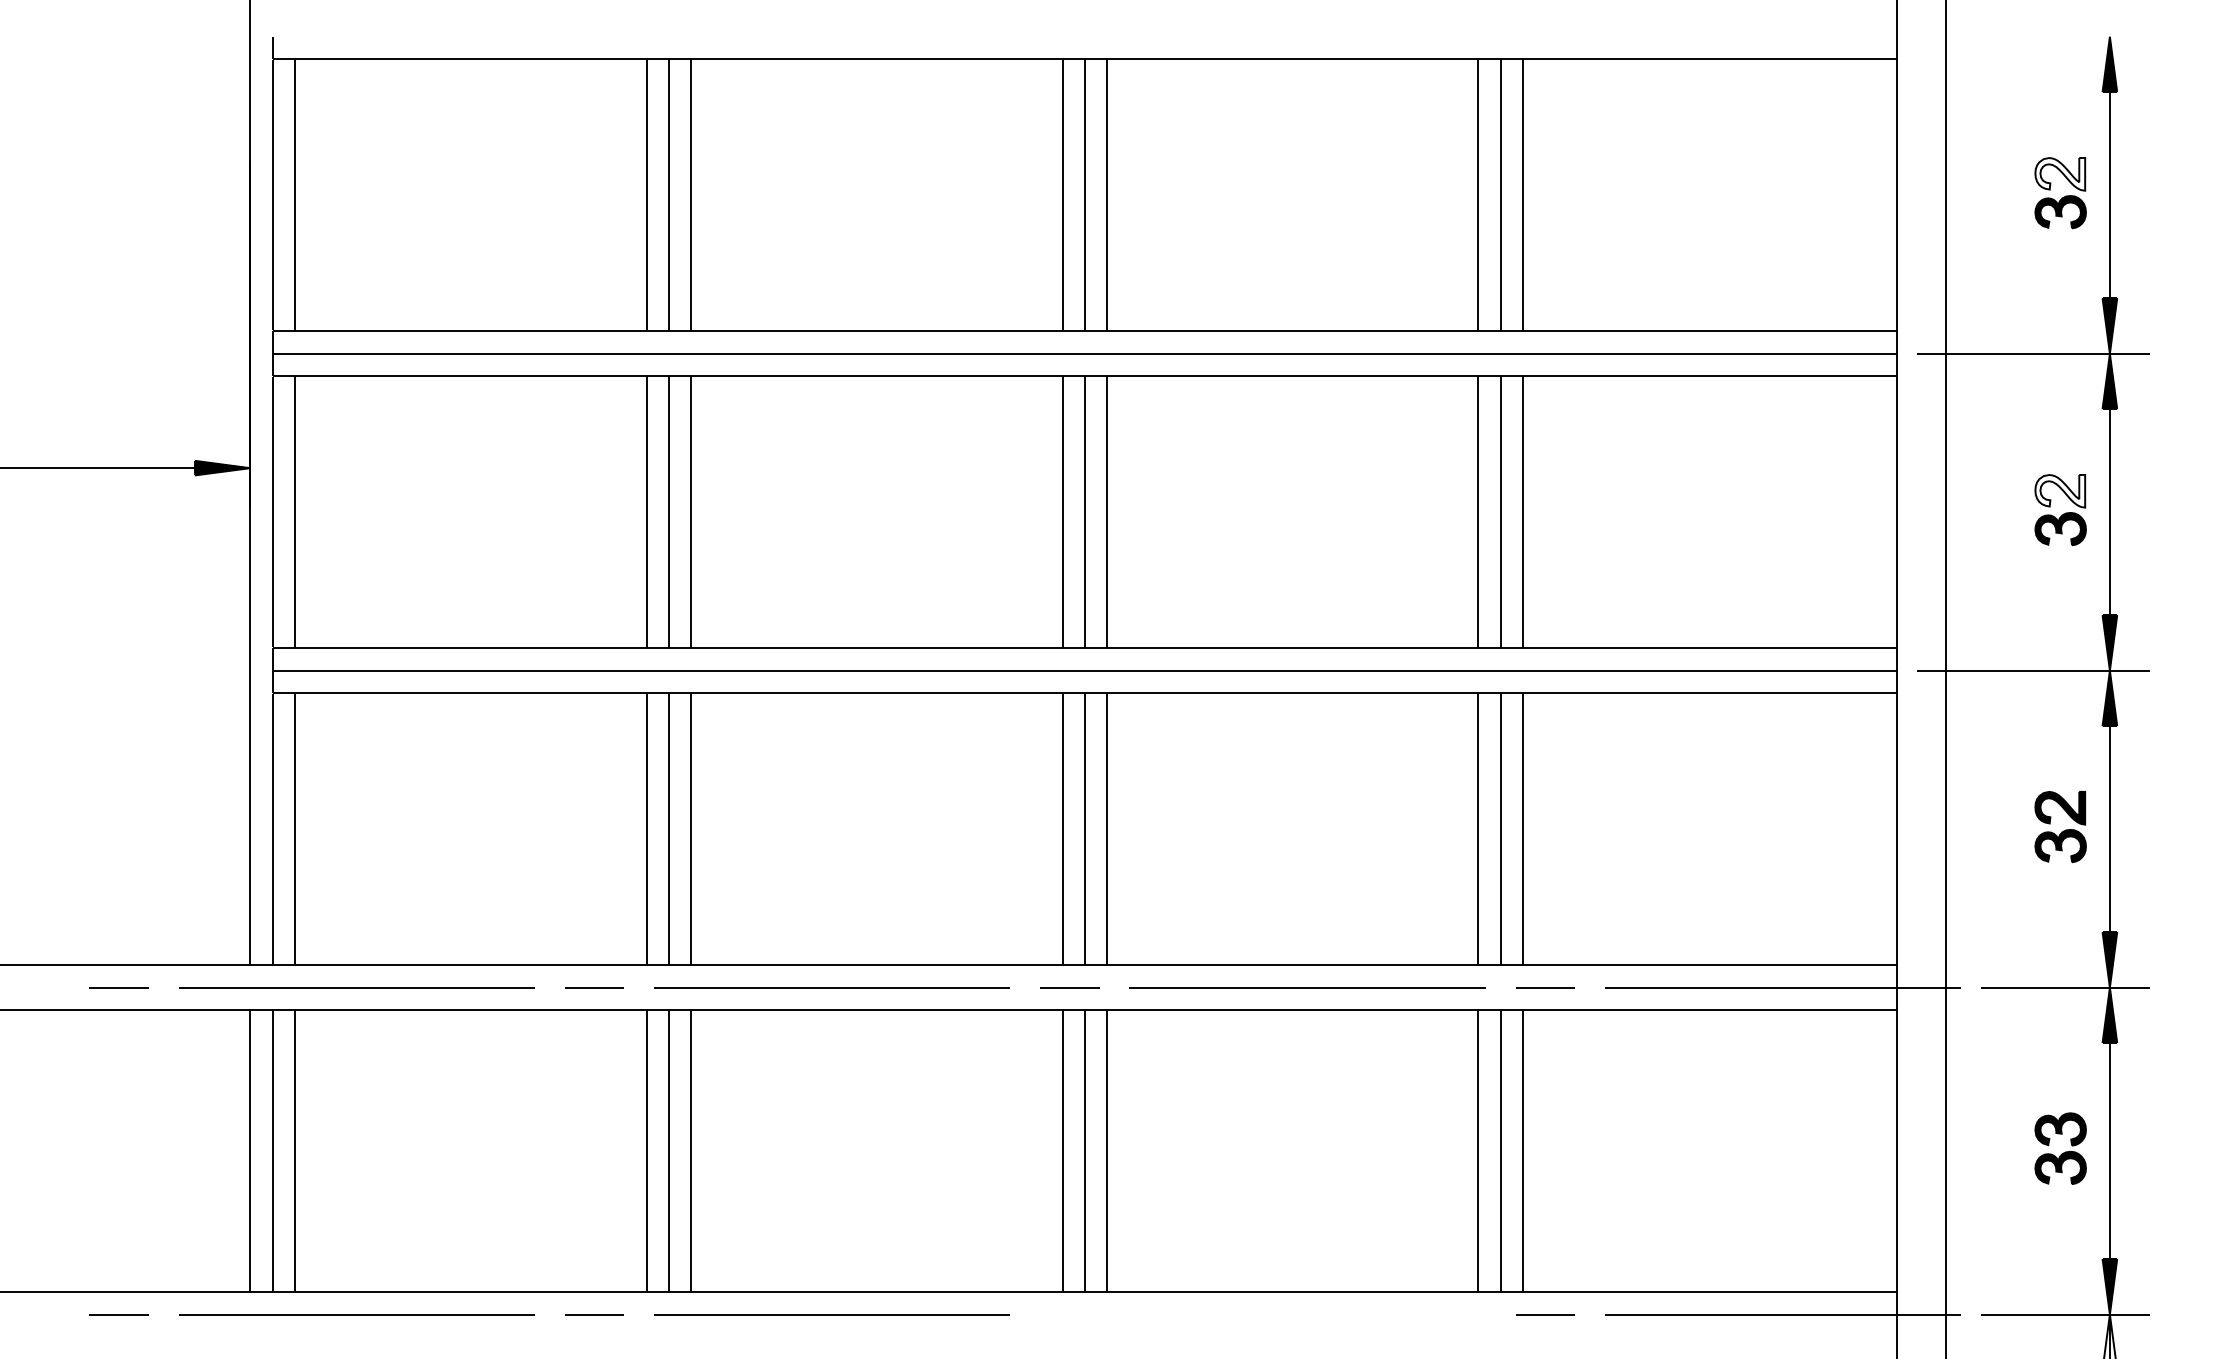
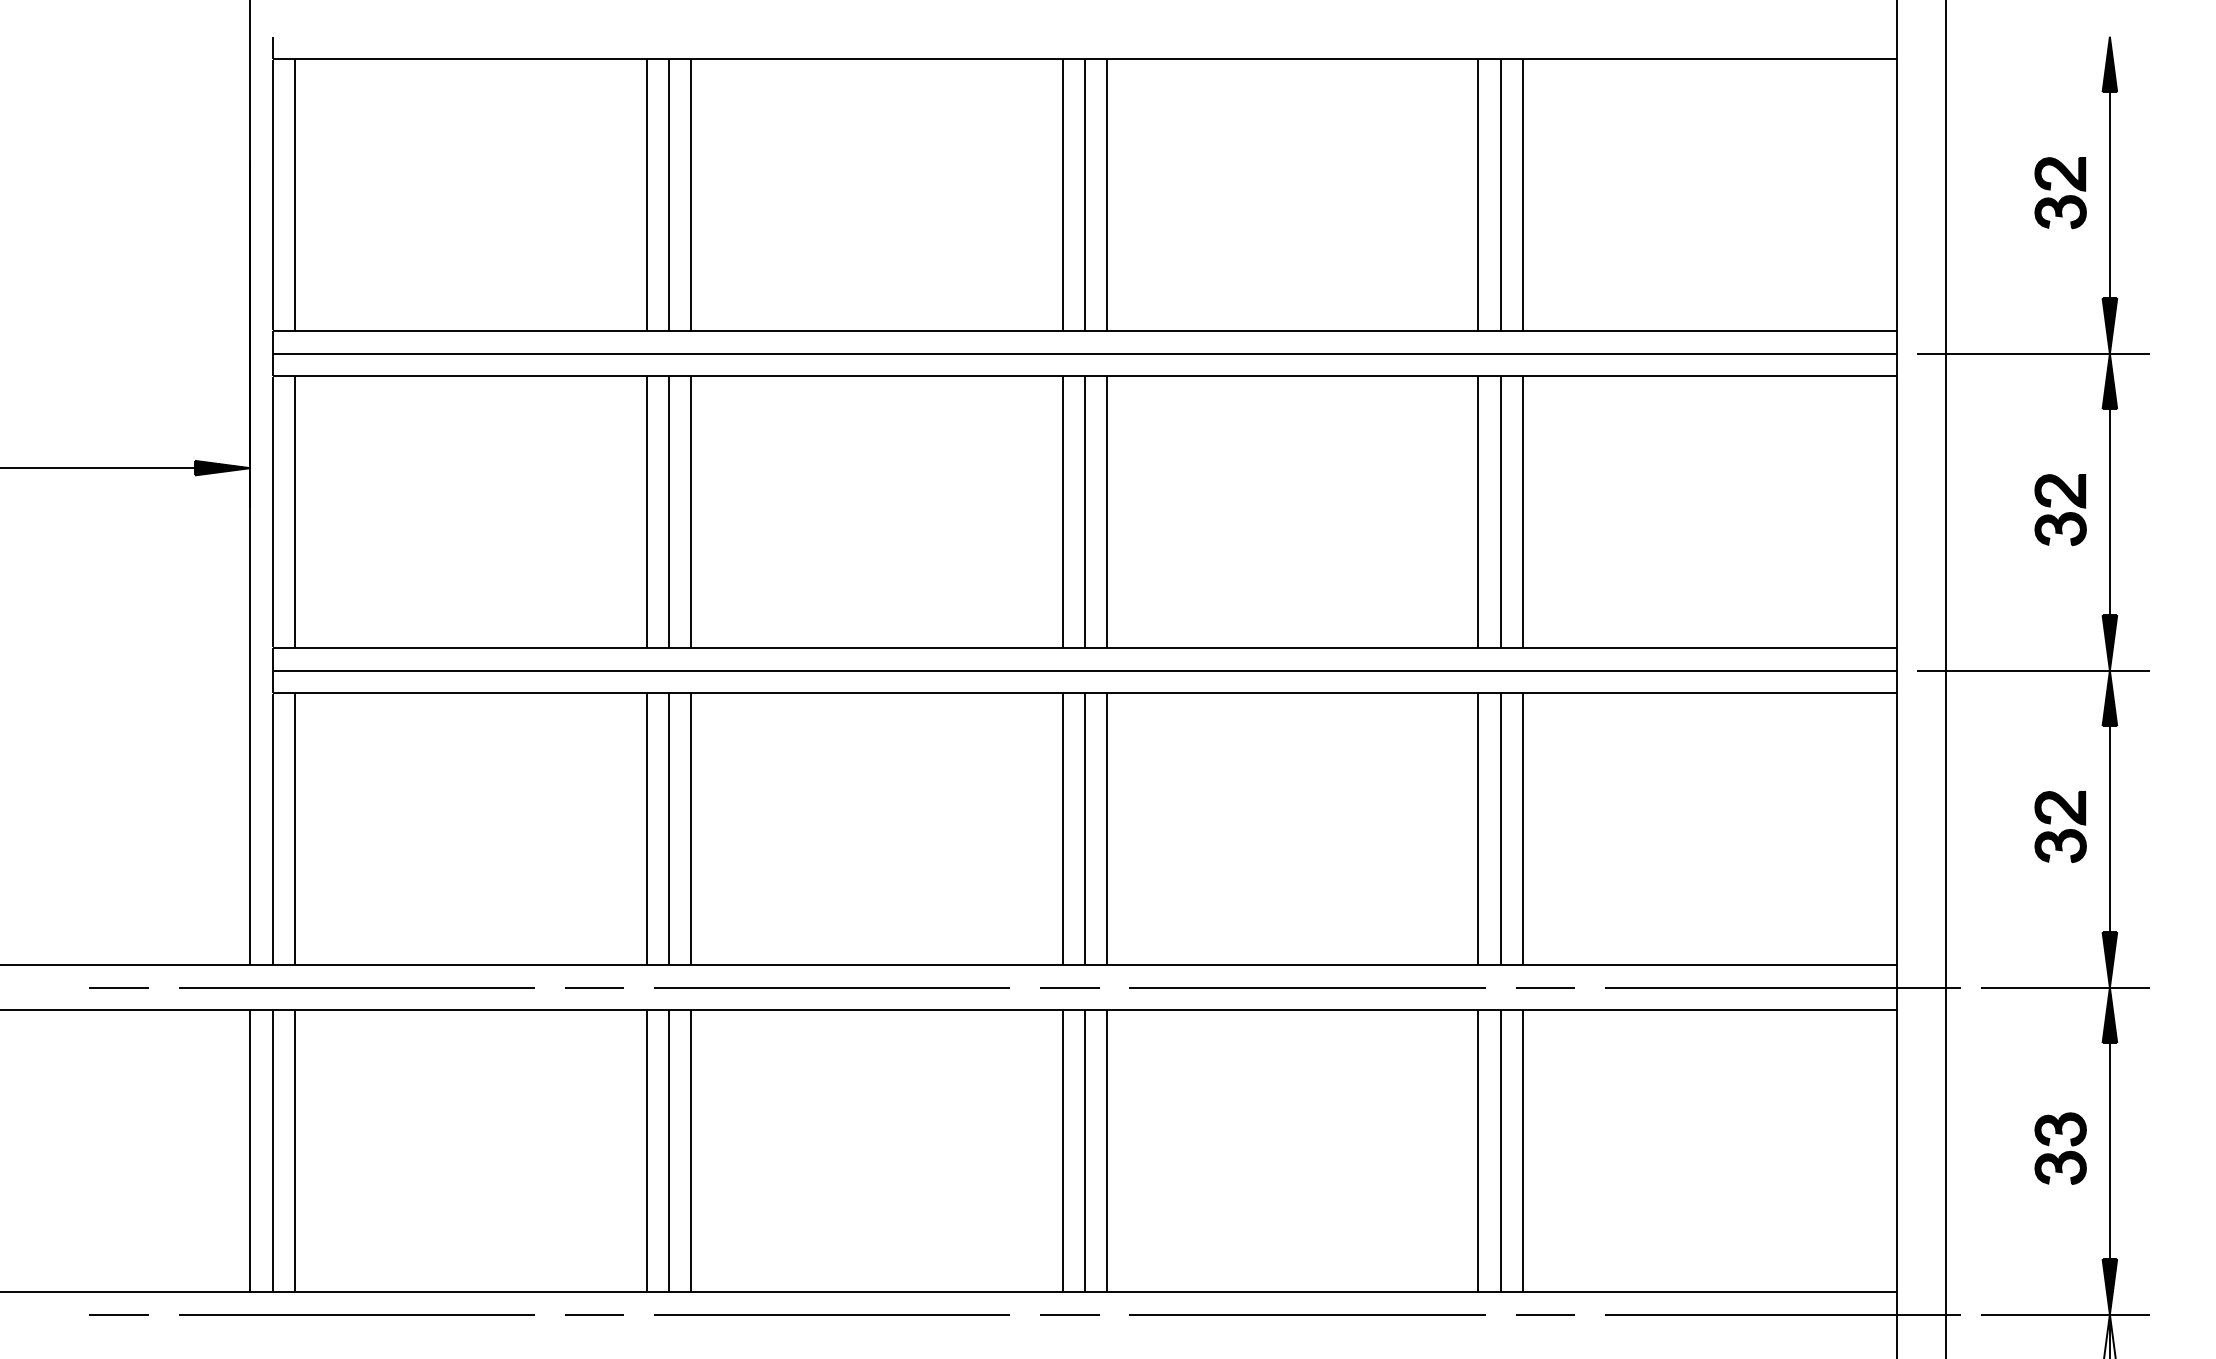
fill at (2060, 173): none -> present
fill at (2060, 490): none -> present
line at (1069, 1314): none -> present
line at (1307, 1314): none -> present
